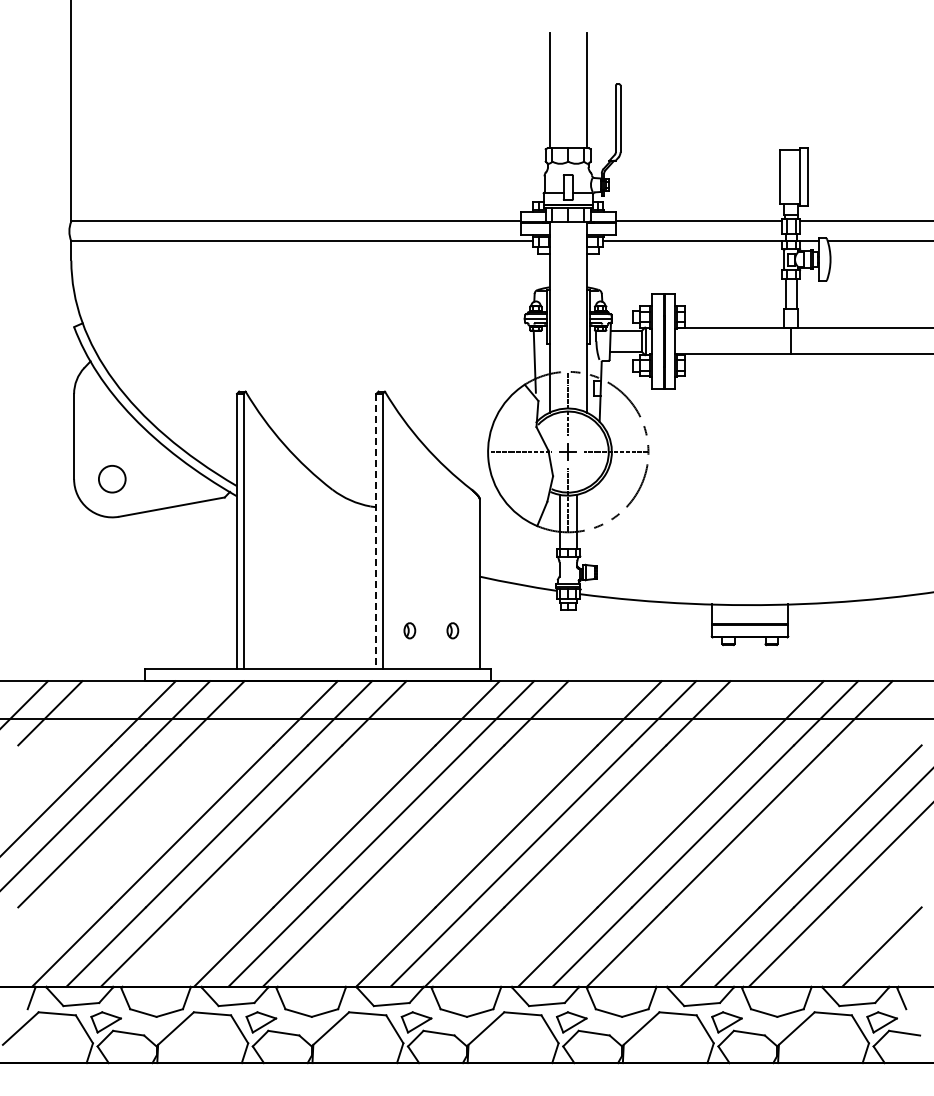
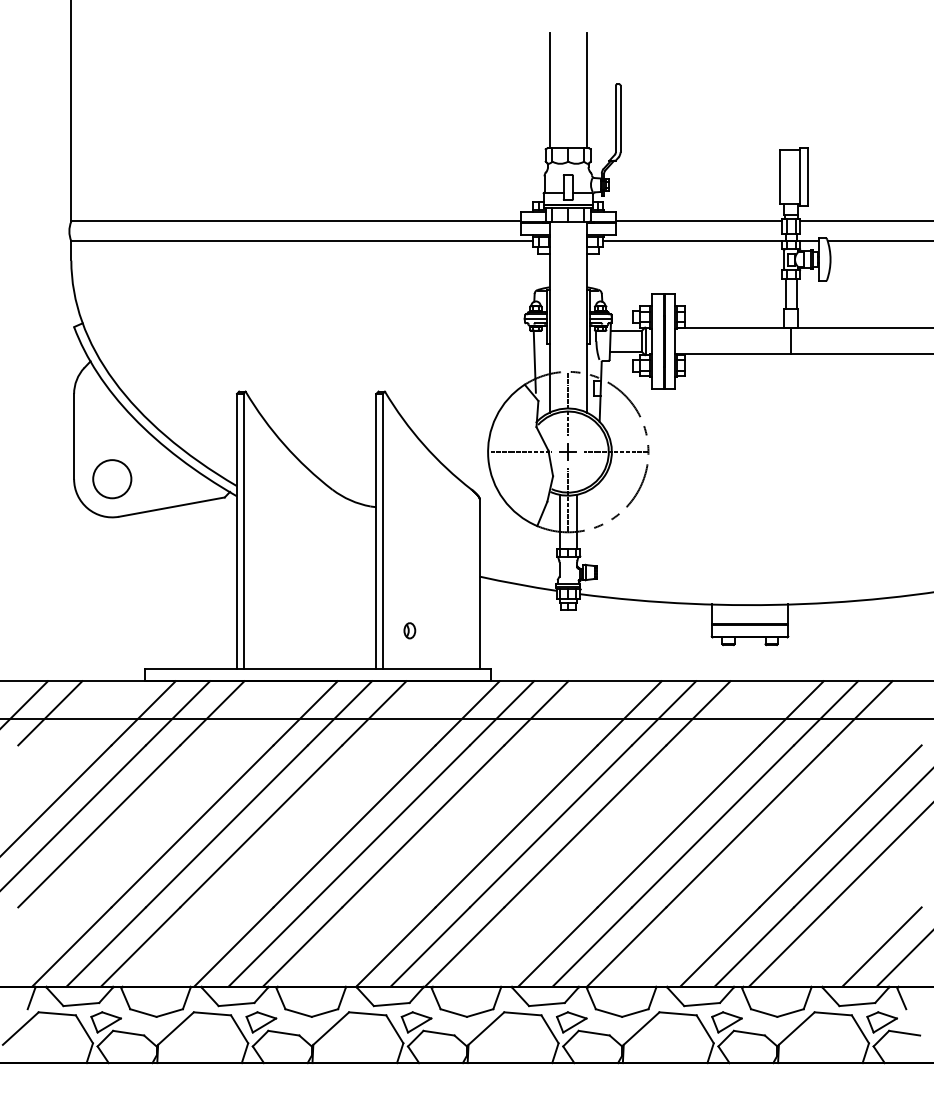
circle at (111, 478) diameter: 27 px -> 38 px
line at (376, 531): dashed -> solid
part at (452, 630): present -> none
line at (903, 959): none -> present
